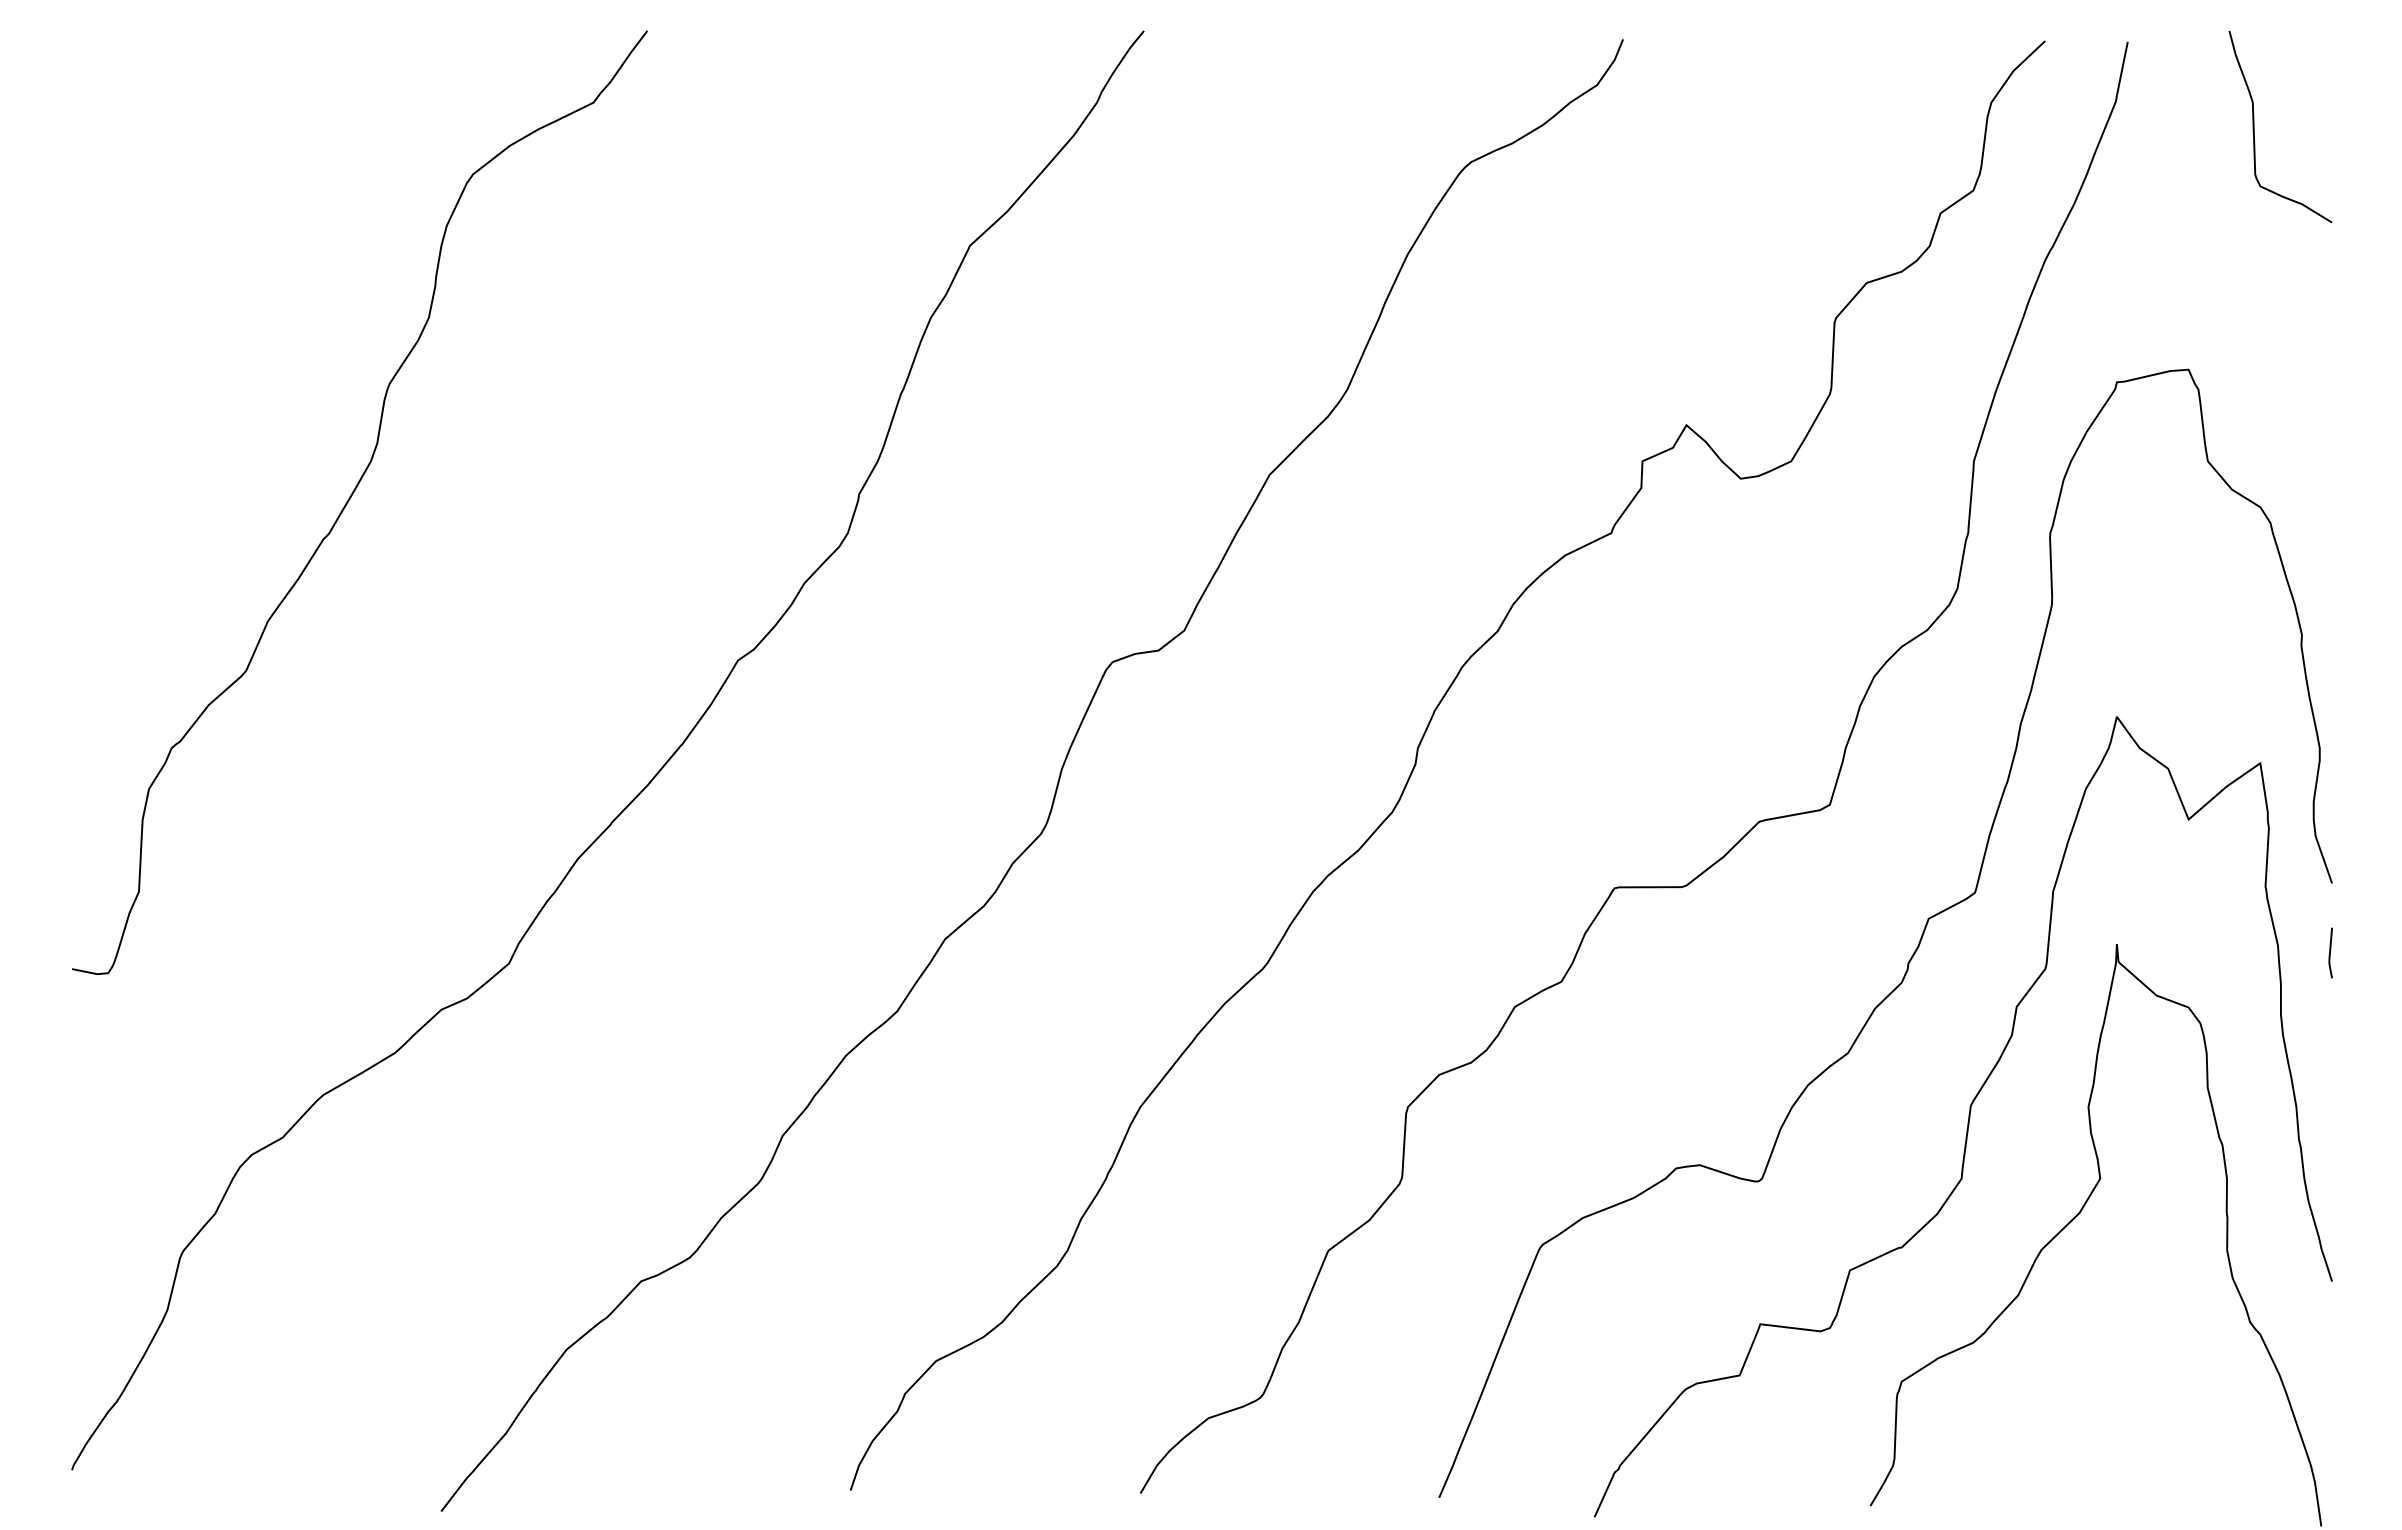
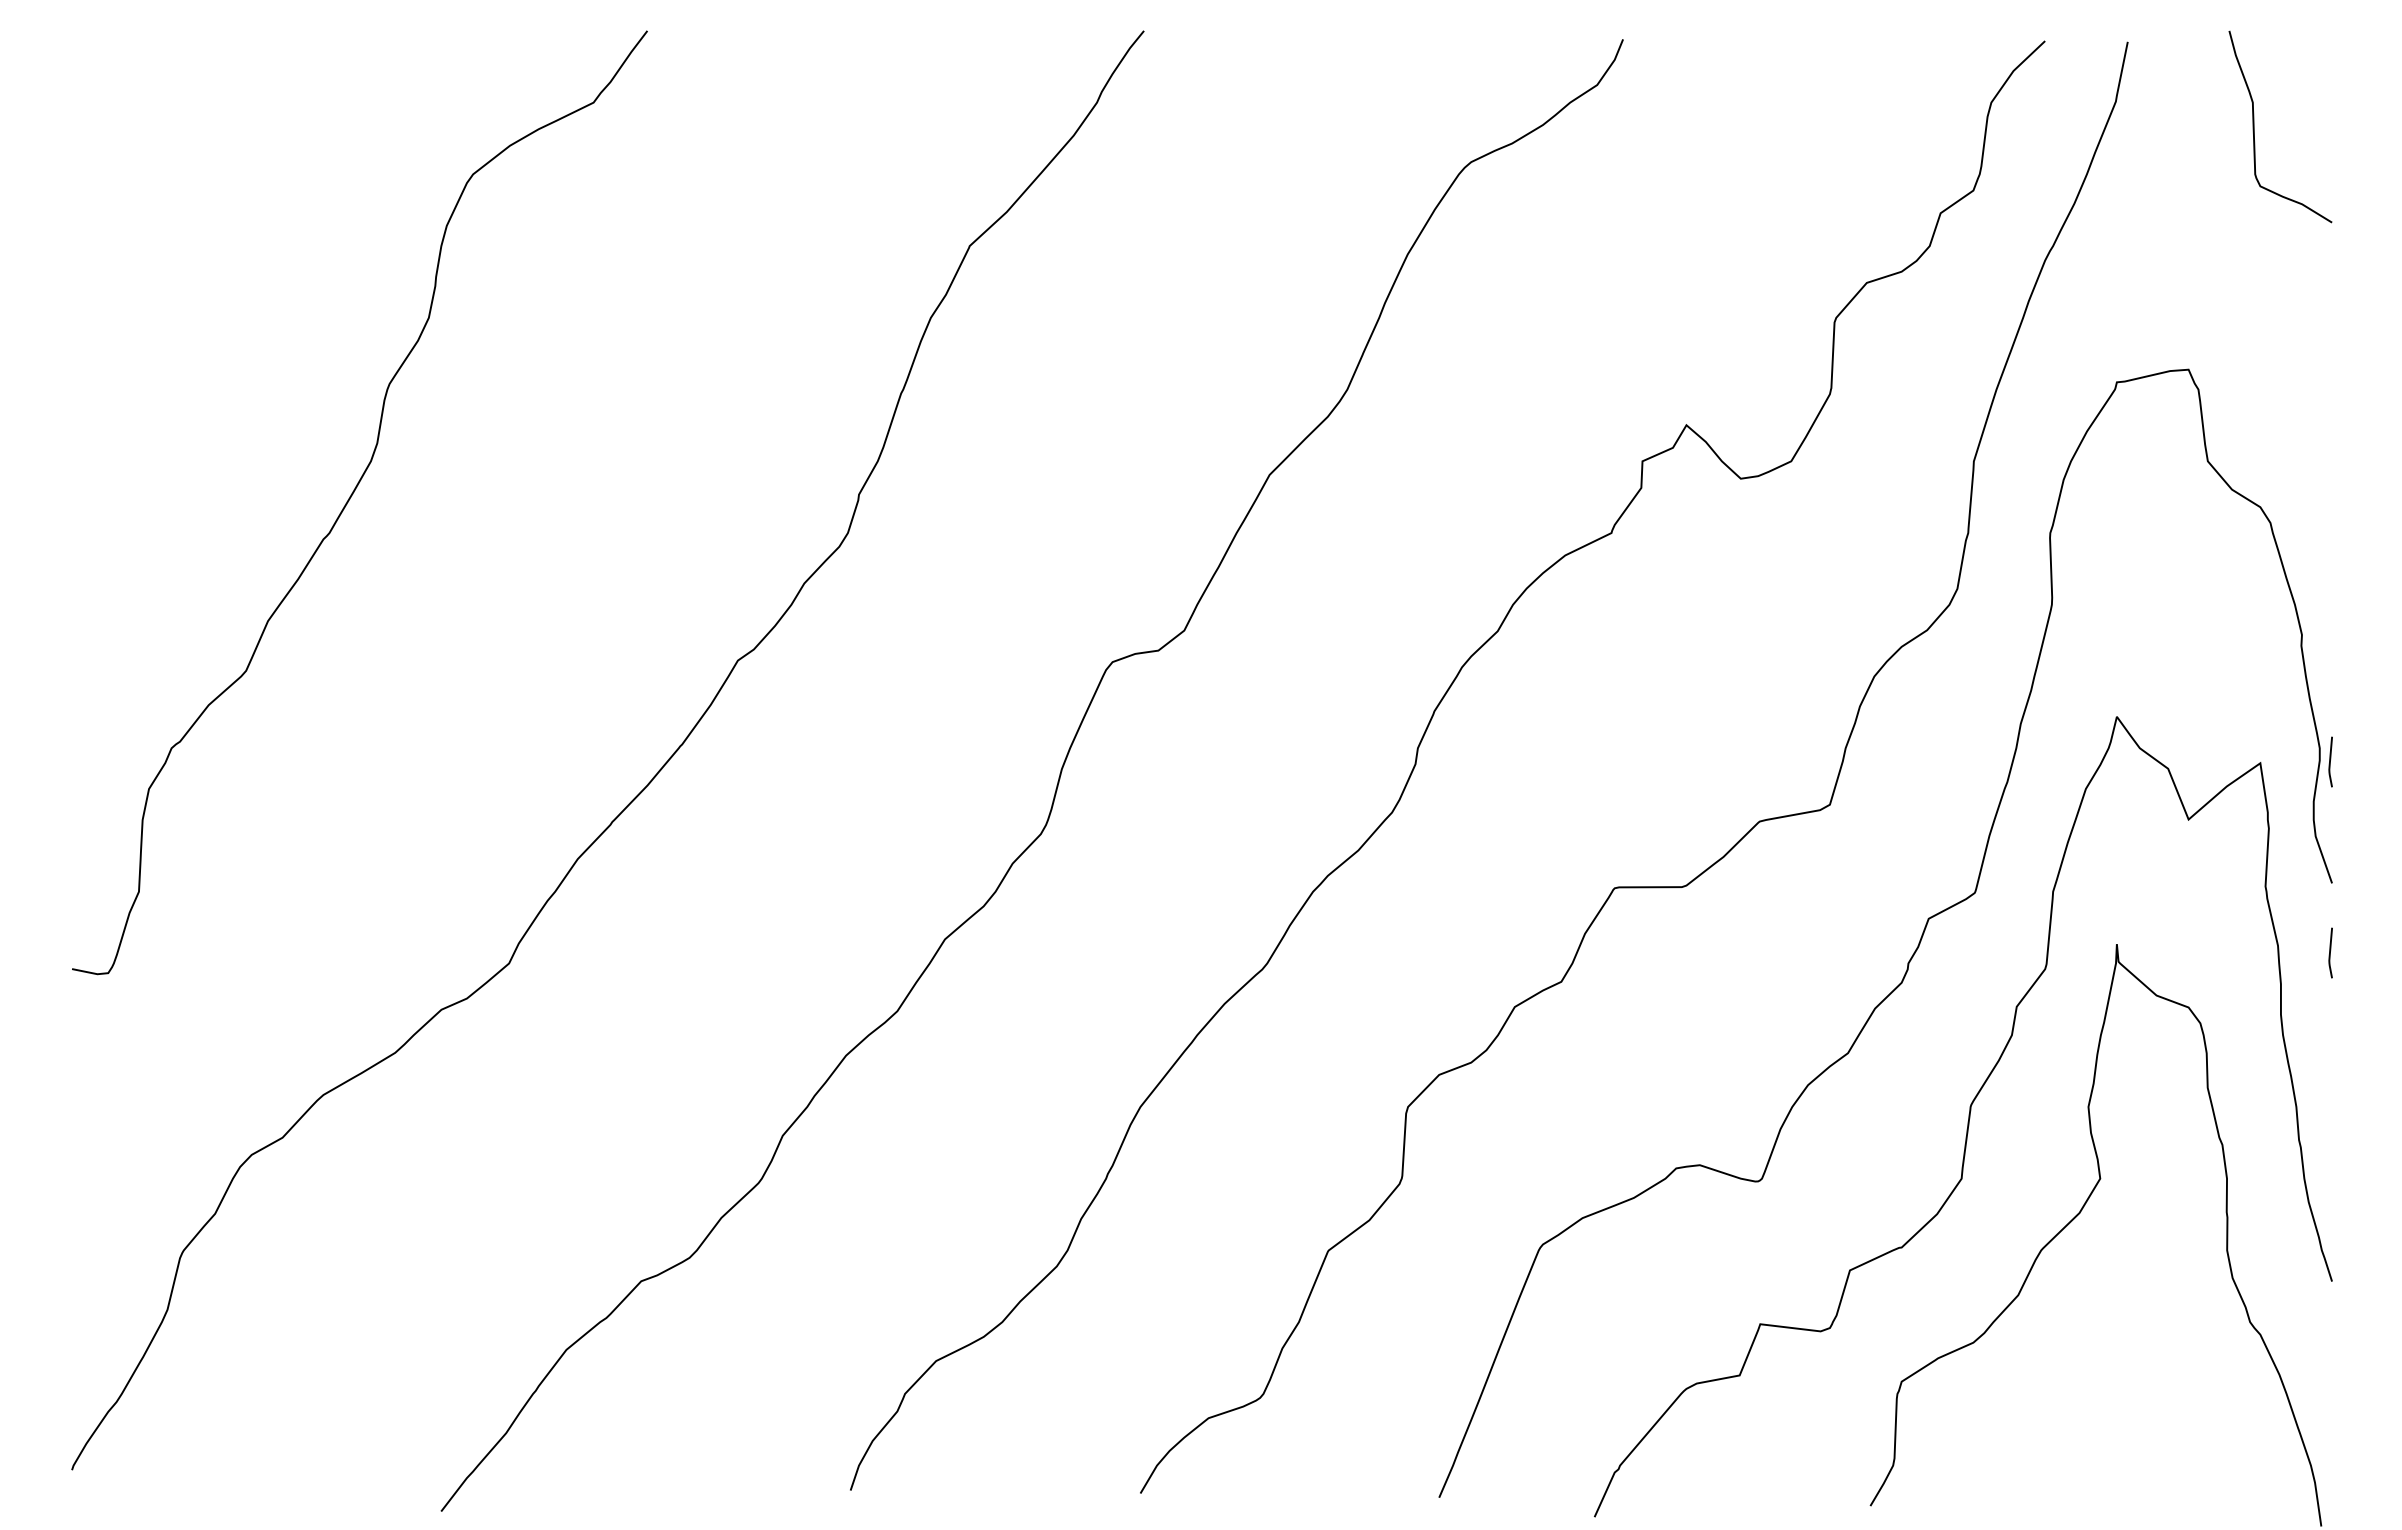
line at (2330, 761): none -> present
